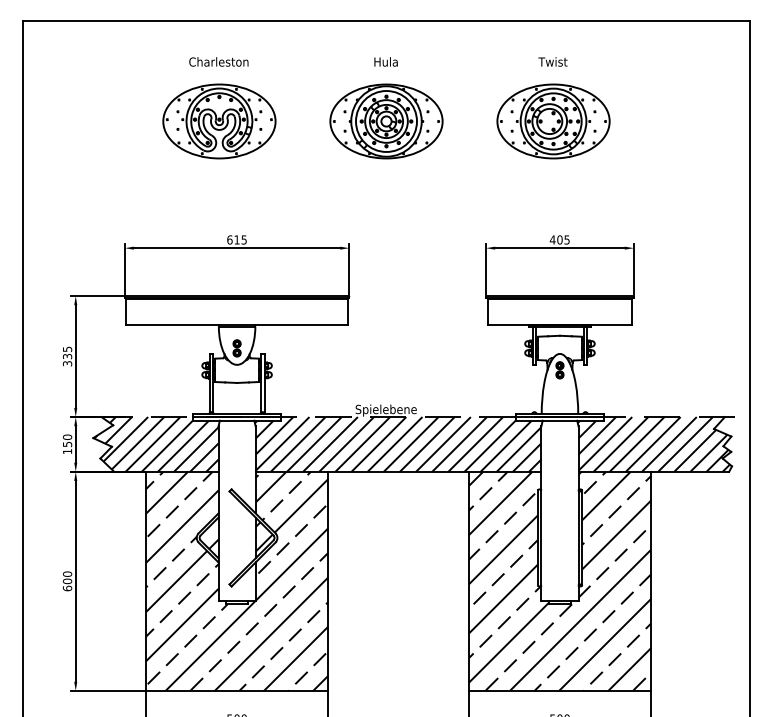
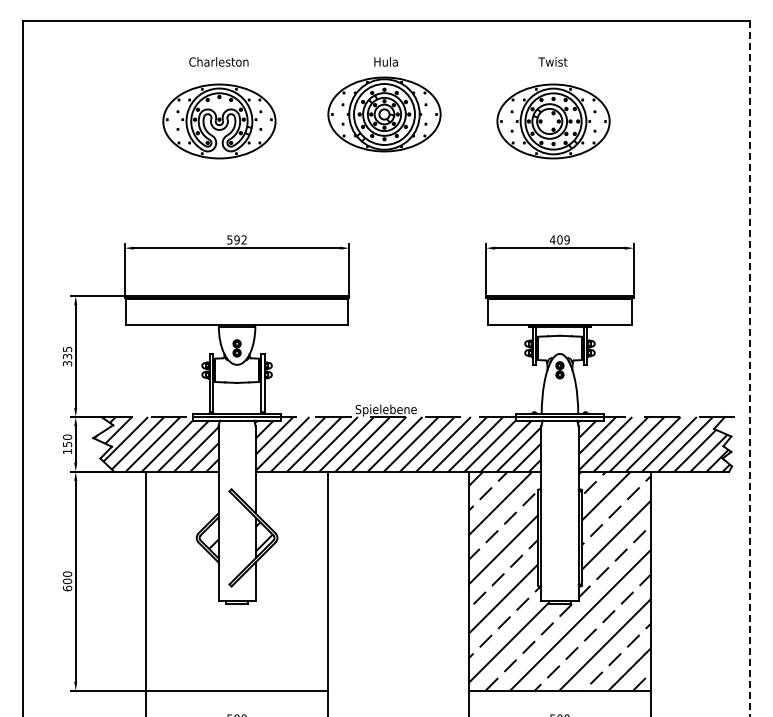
part at (386, 121) position: (386, 121) -> (384, 114)
text at (236, 239): 615 -> 592
text at (566, 239): 405 -> 409
line at (749, 369): solid -> dashed
hatch at (236, 580): present -> none
